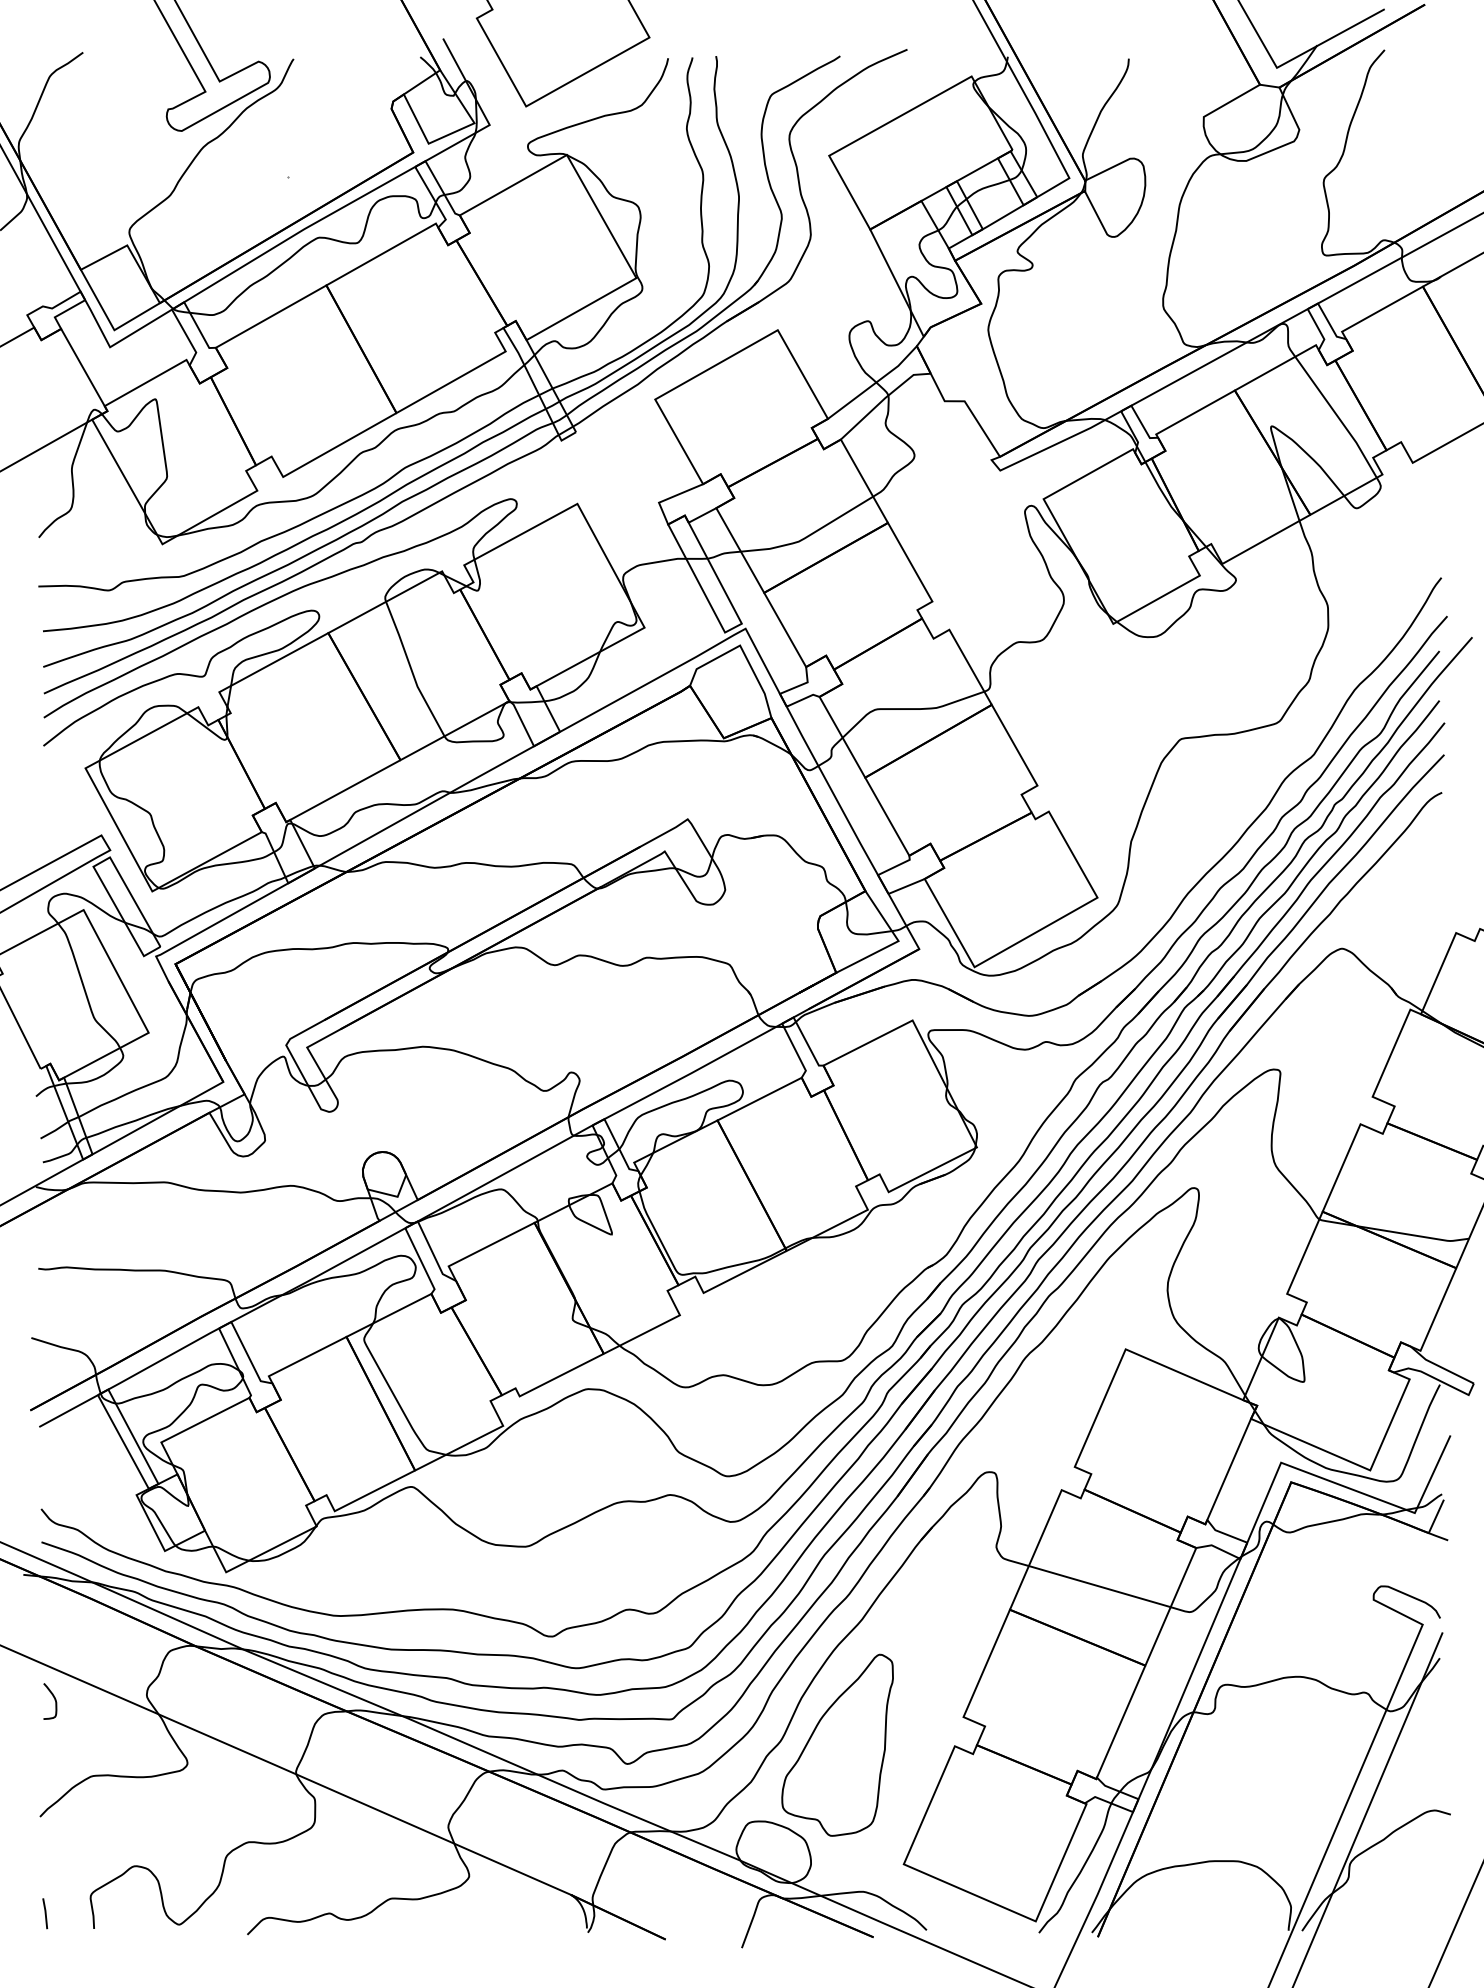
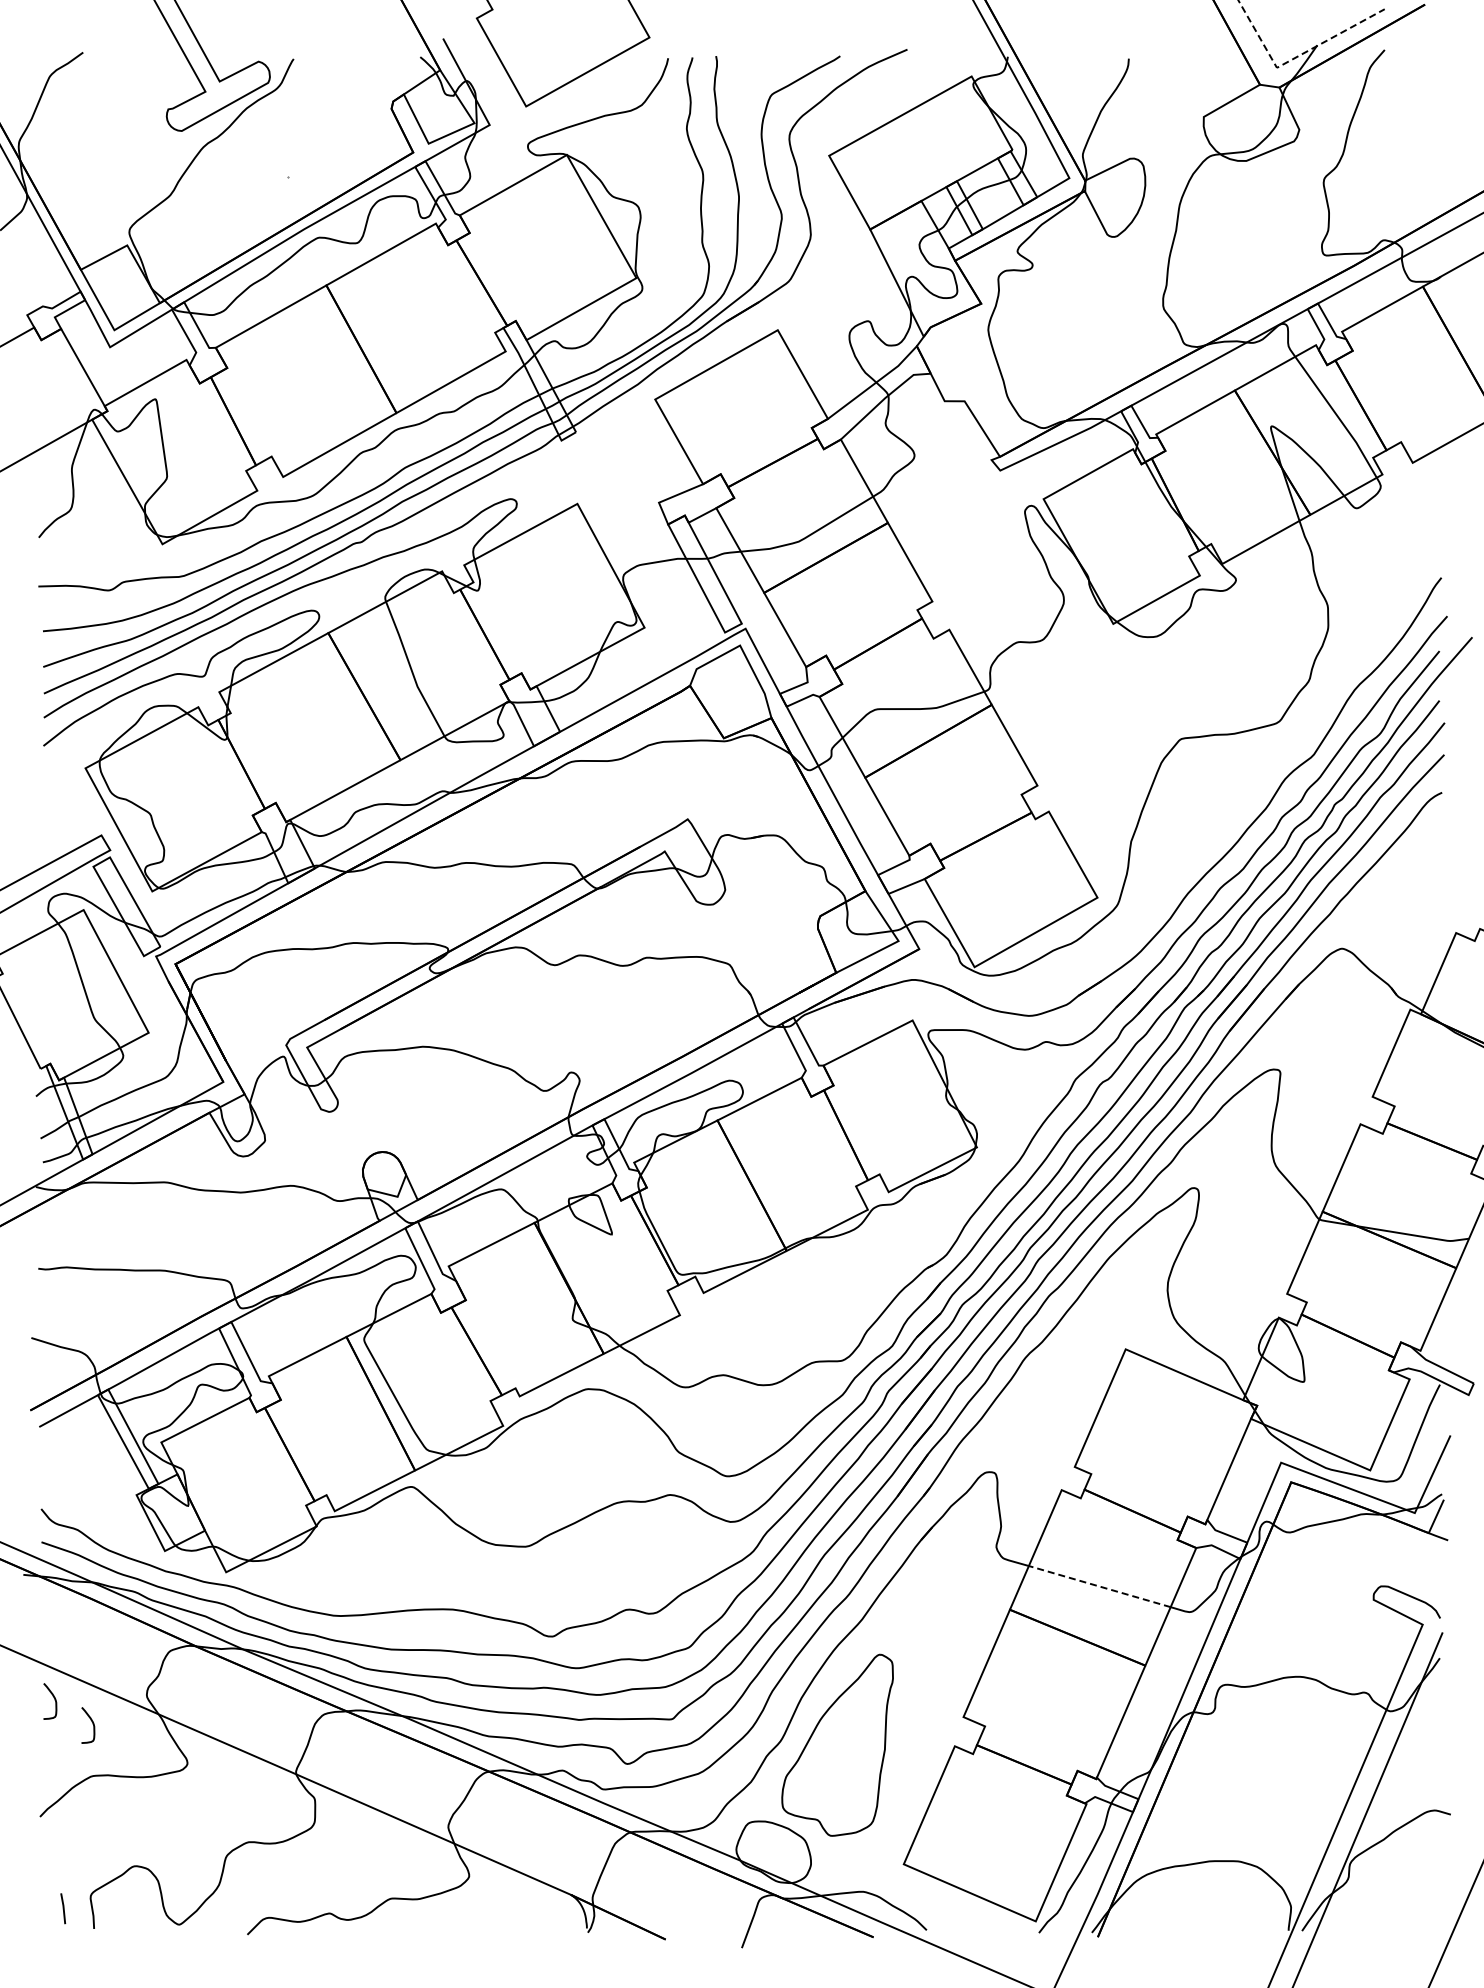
line at (1296, 57): solid -> dashed
line at (1099, 1586): solid -> dashed
curve at (92, 1724): none -> present
line at (45, 1913) position: (45, 1913) -> (63, 1908)
